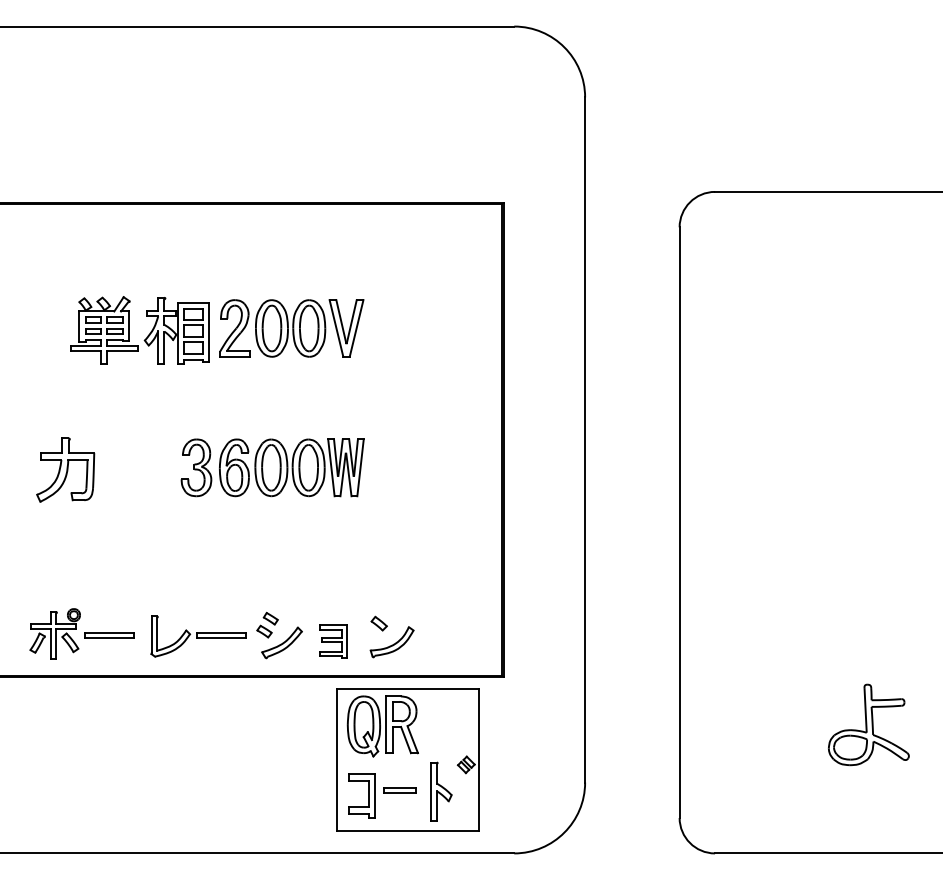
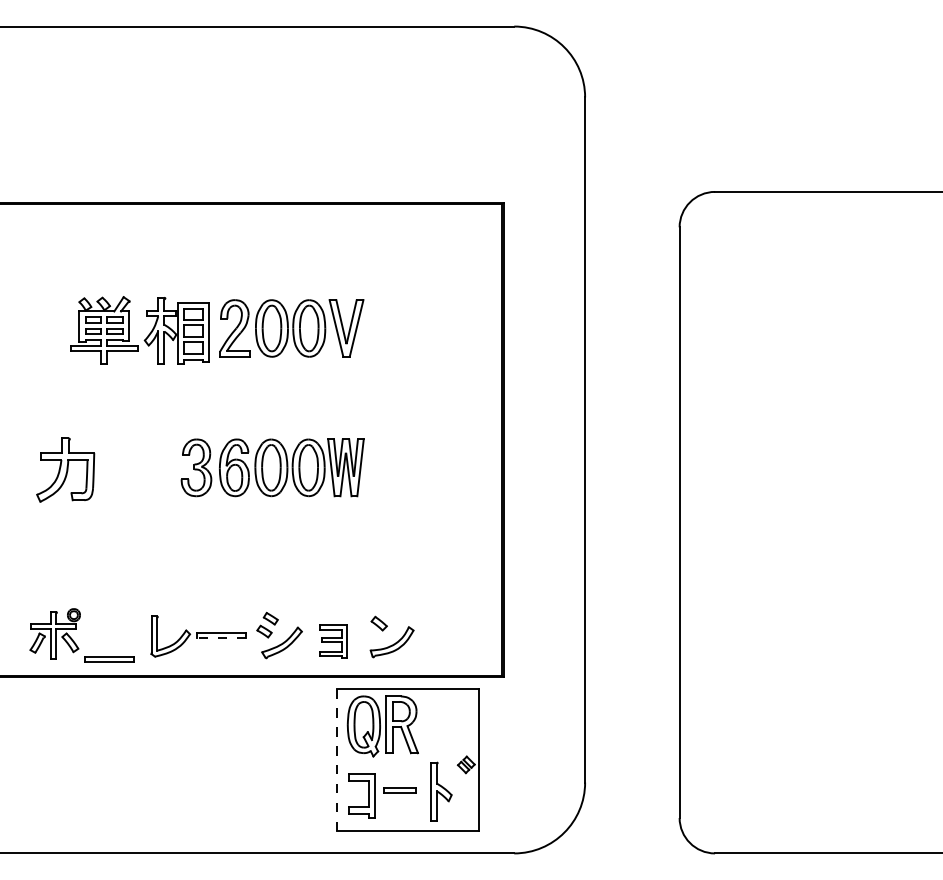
part at (109, 635) position: (109, 635) -> (109, 659)
line at (221, 638): solid -> dashed
part at (868, 724): present -> none
line at (336, 760): solid -> dashed
